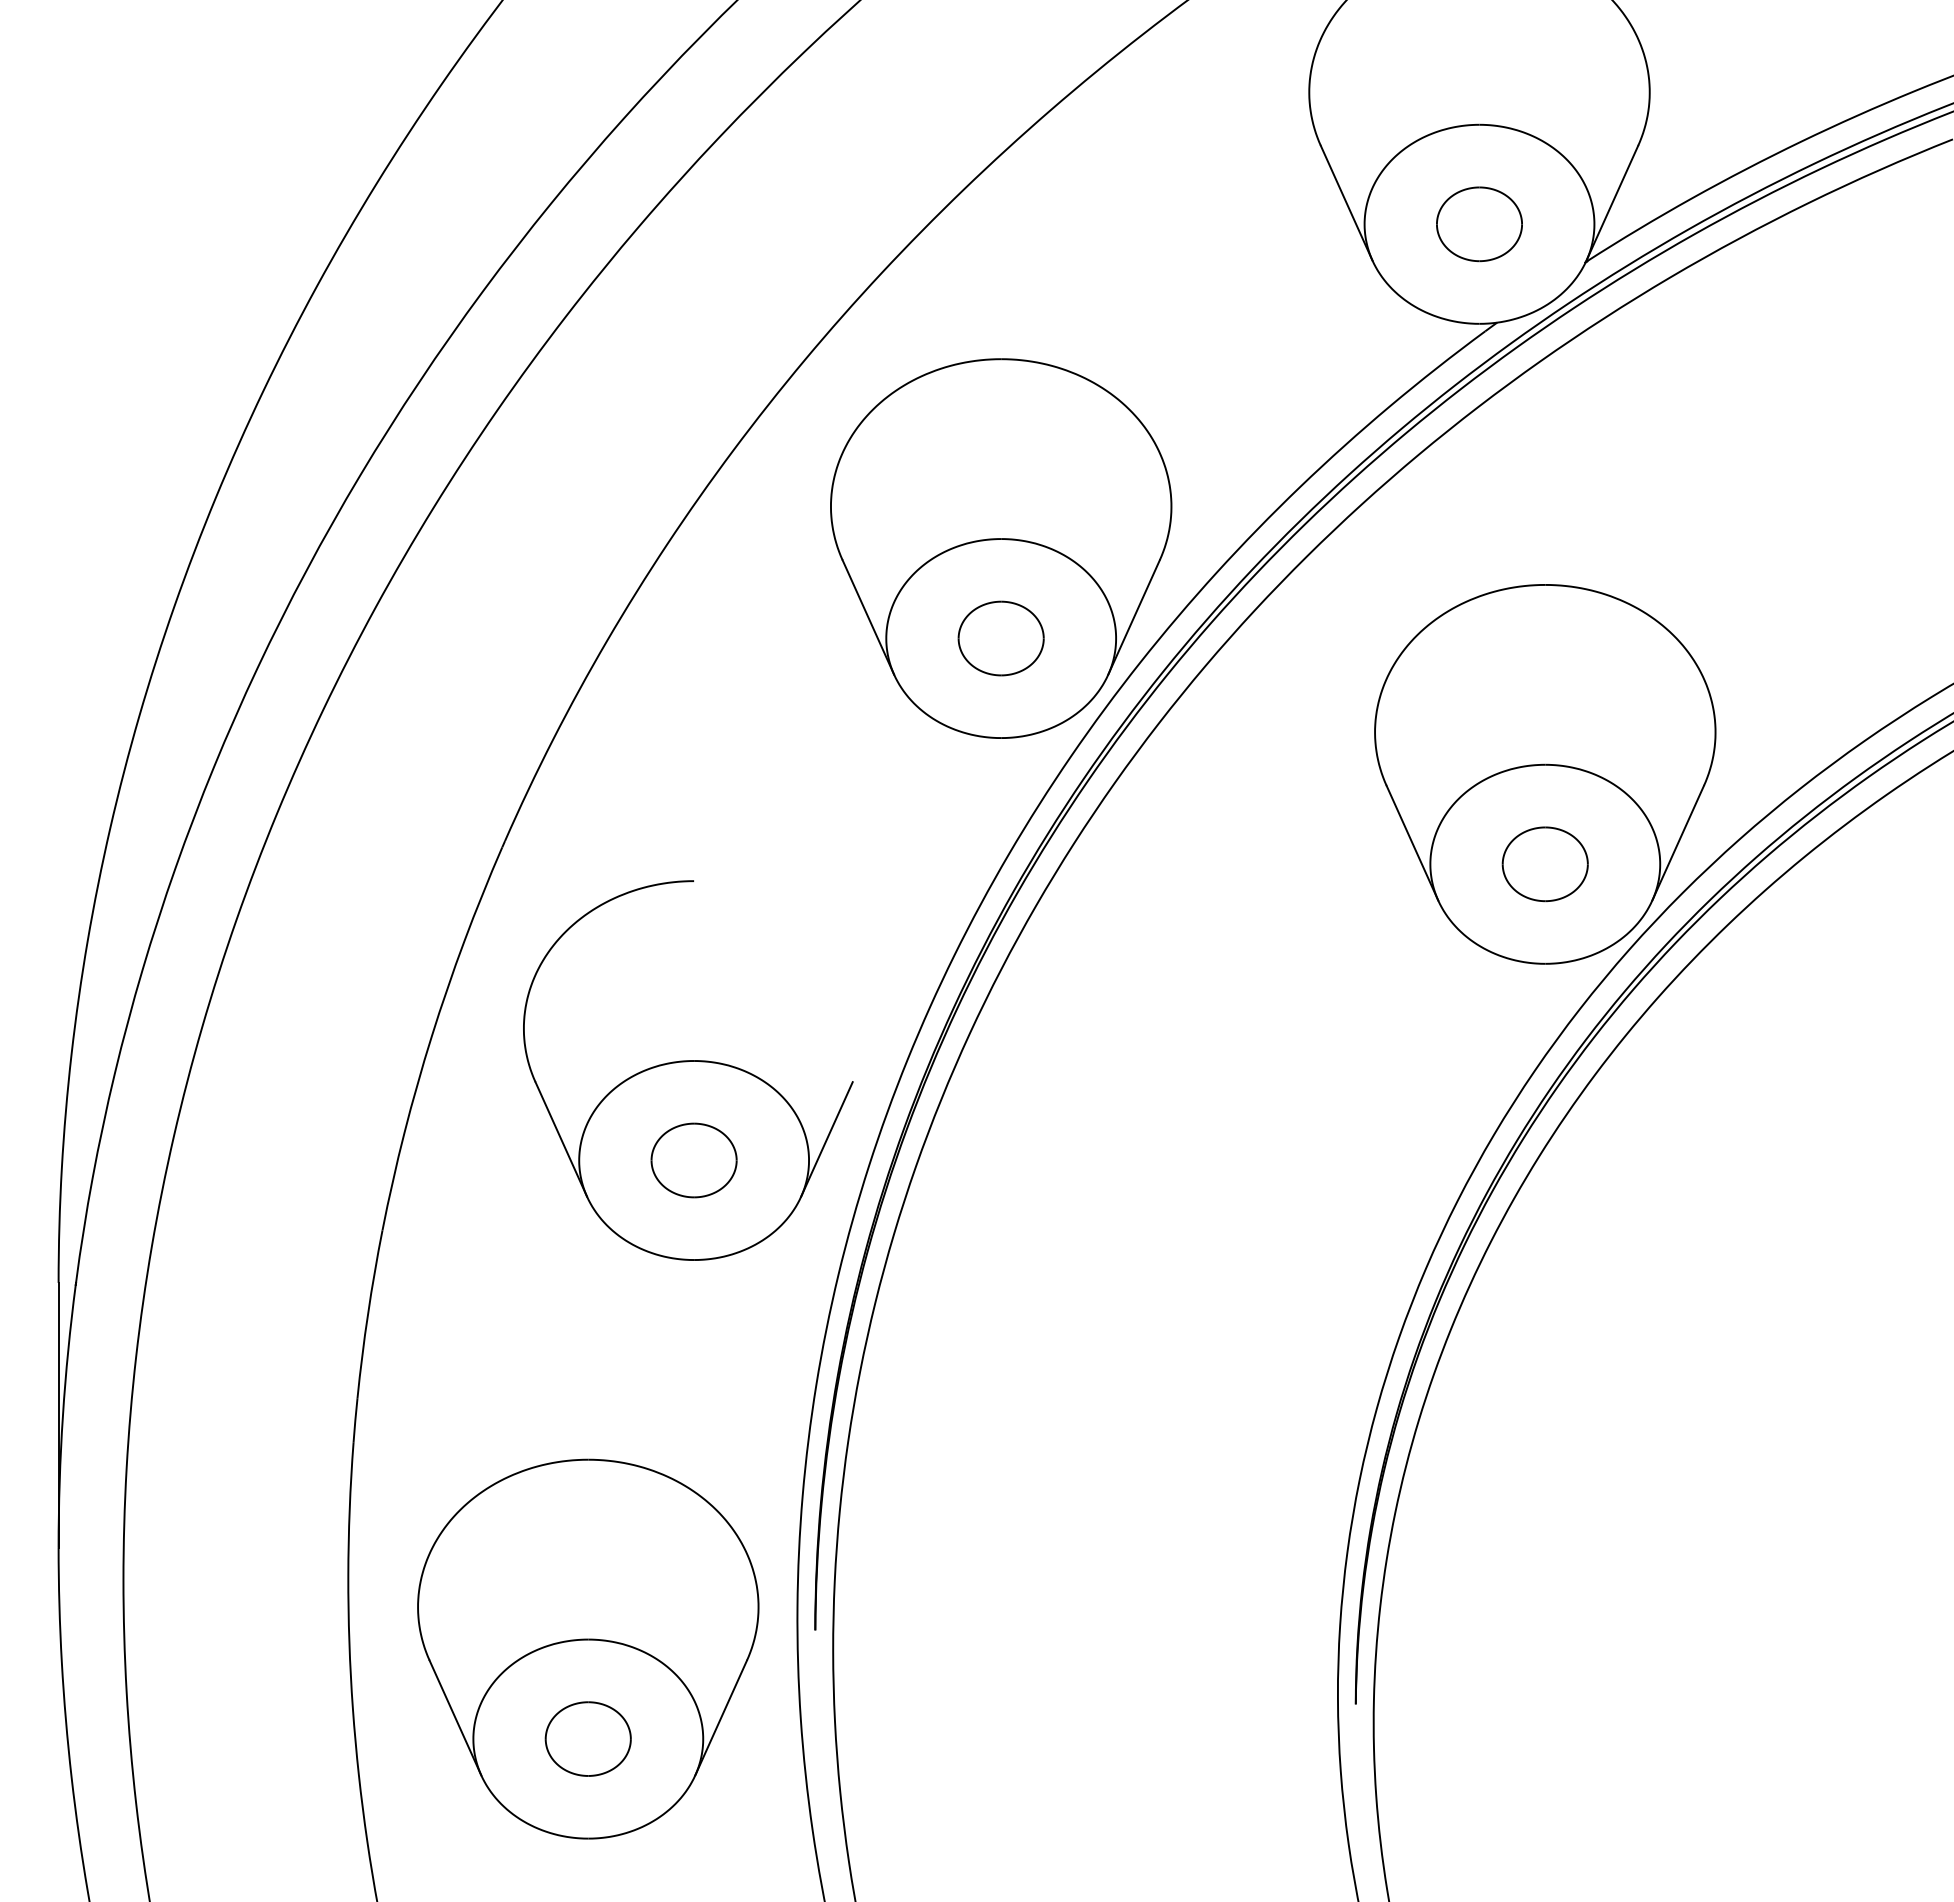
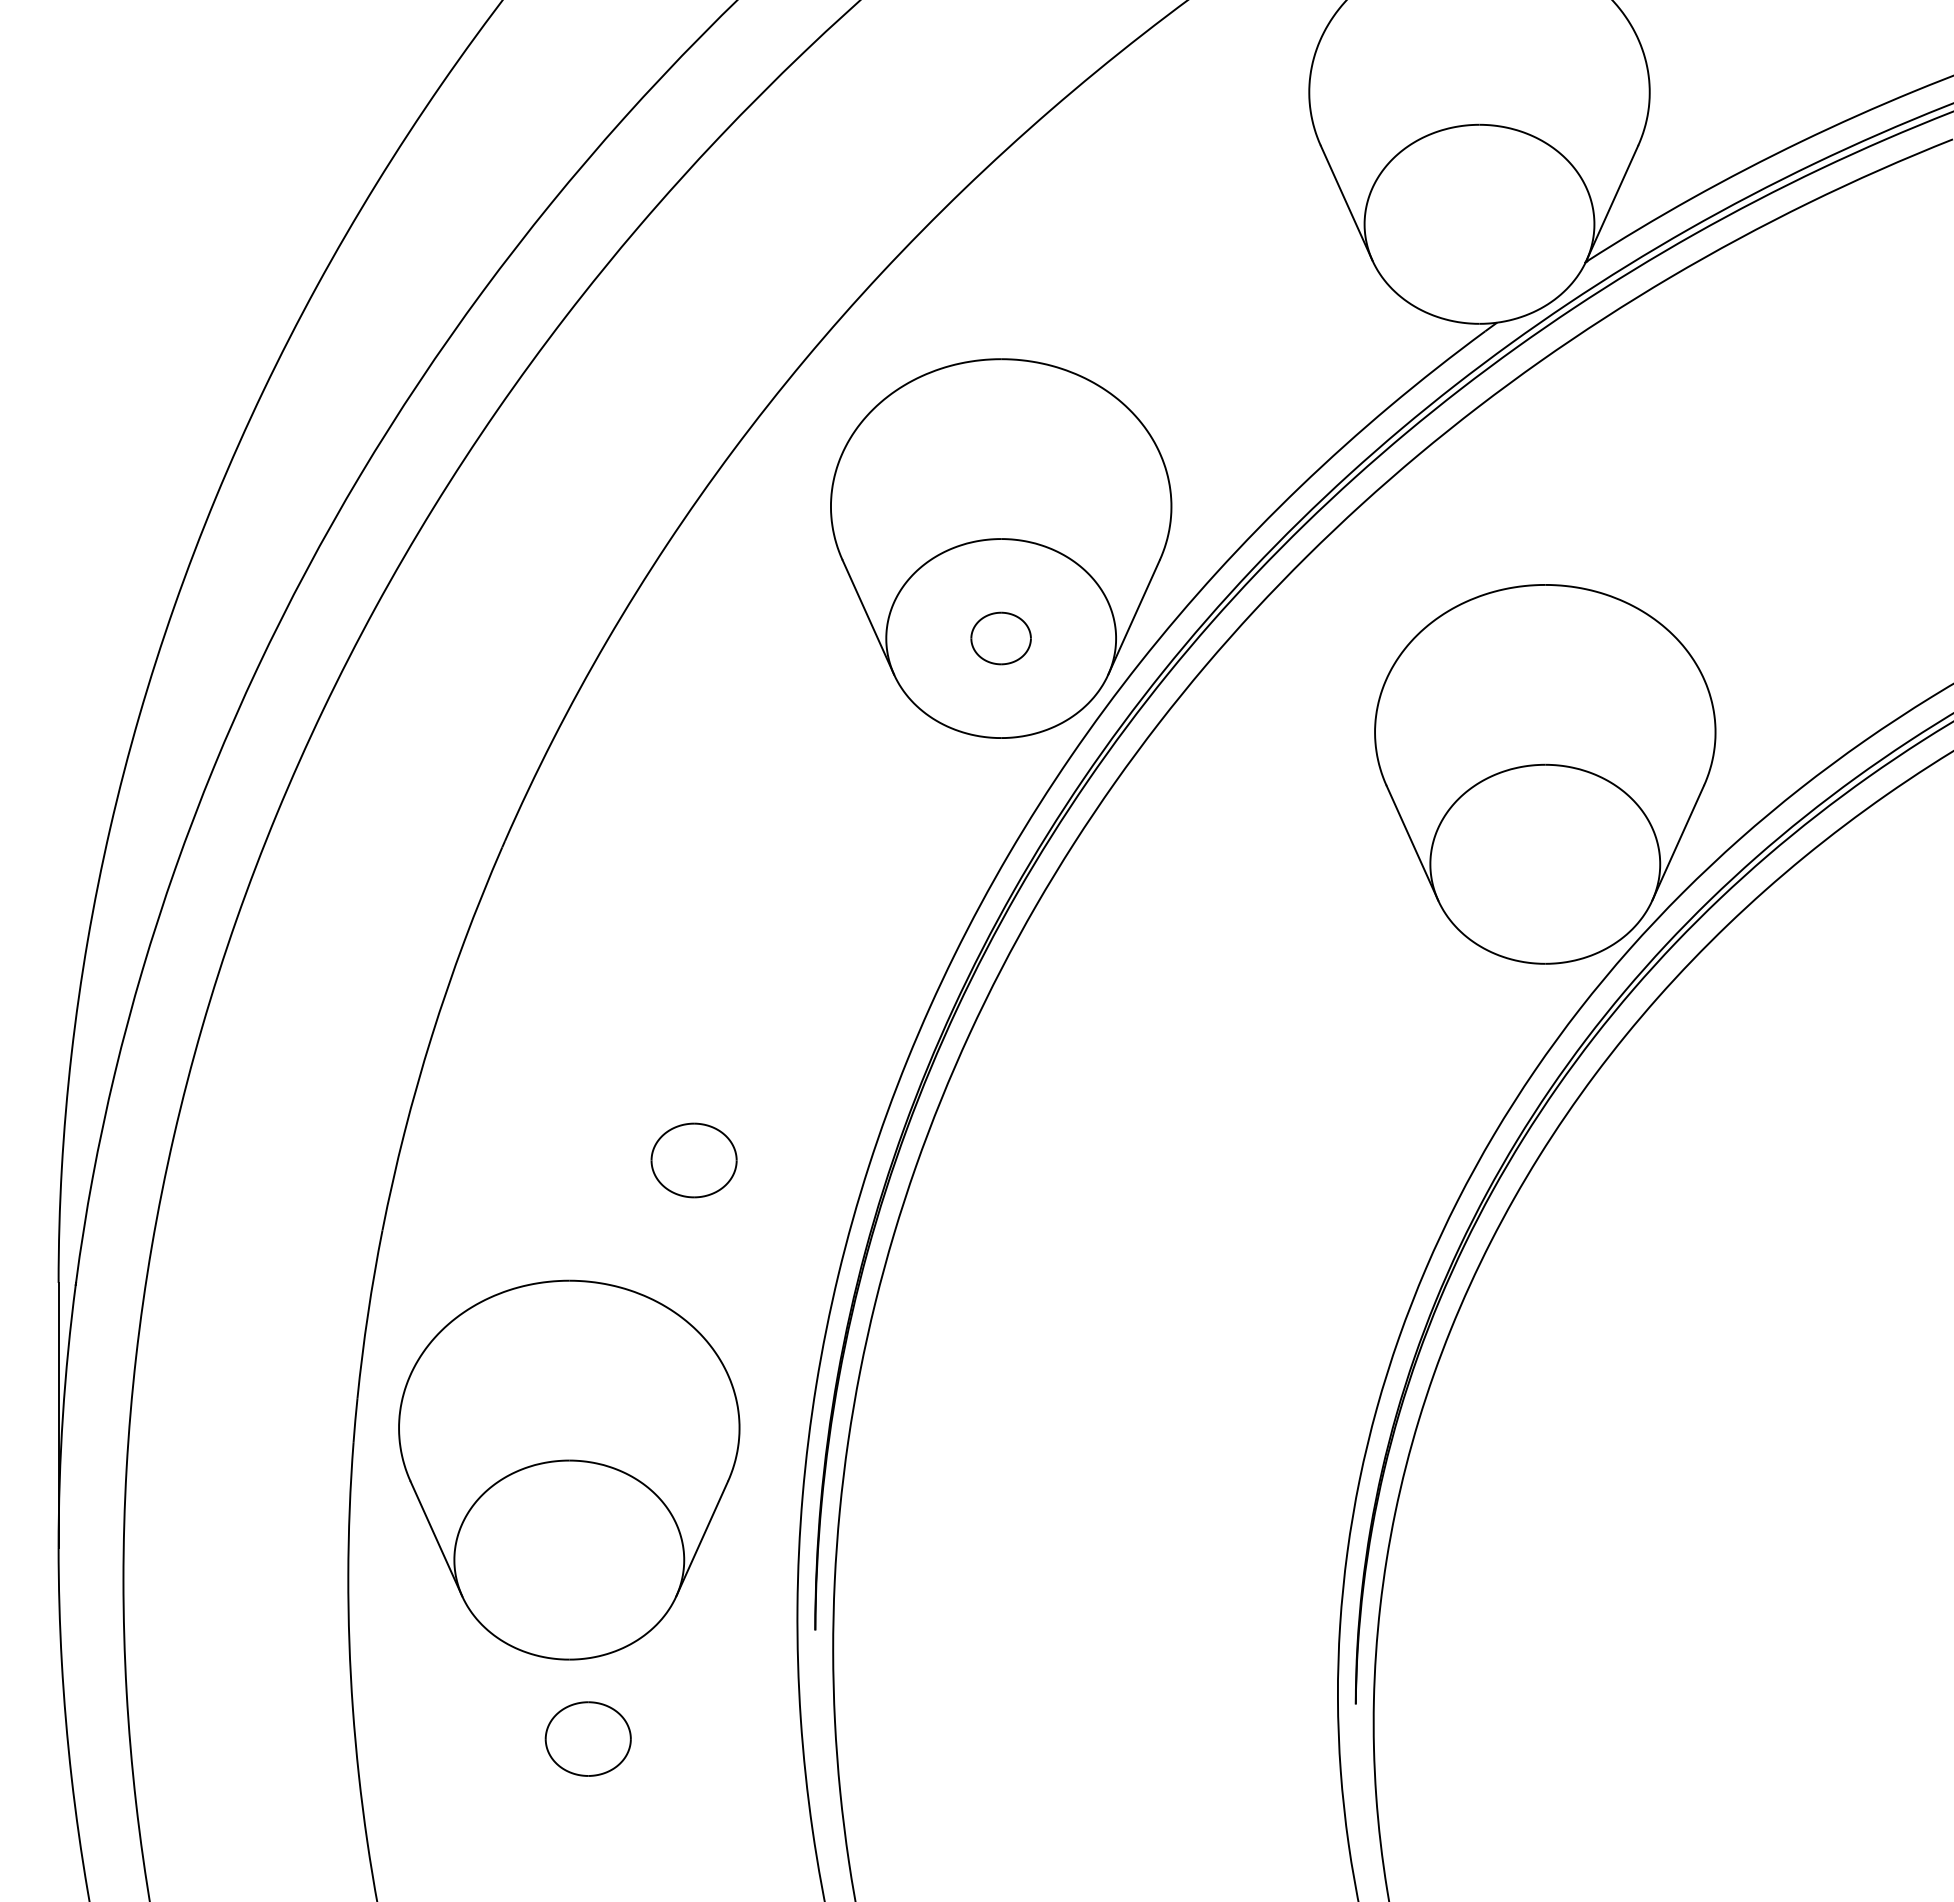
part at (1479, 224): present -> none
part at (1000, 638) size: 88x77 px -> 62x55 px
part at (1544, 864): present -> none
part at (688, 1070): present -> none
part at (588, 1648) position: (588, 1648) -> (569, 1469)
